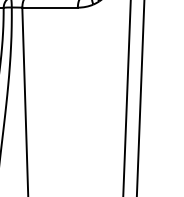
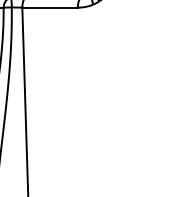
line at (126, 97): present -> none
line at (140, 97): present -> none
